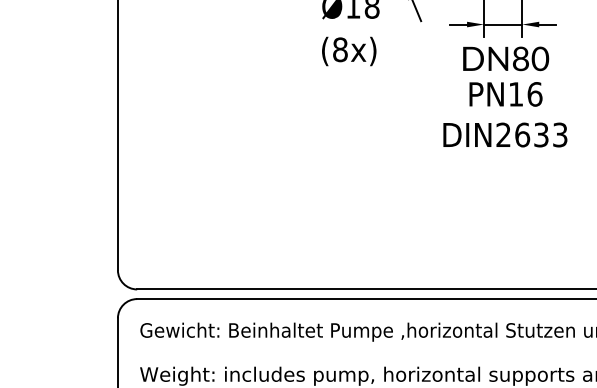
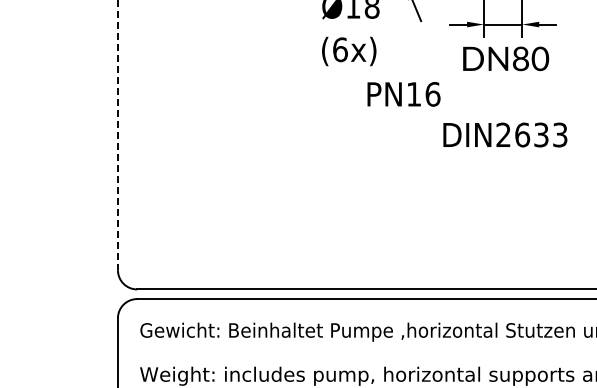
text at (340, 49): (8x) -> (6x)
text at (505, 94) position: (505, 94) -> (403, 94)
line at (117, 135): solid -> dashed
